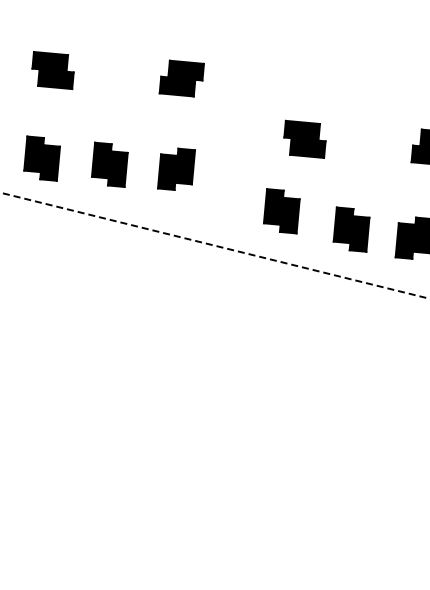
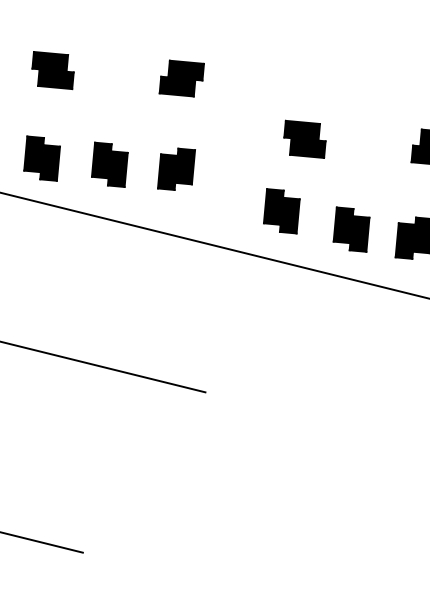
line at (214, 245): dashed -> solid
line at (103, 367): none -> present
line at (42, 542): none -> present
